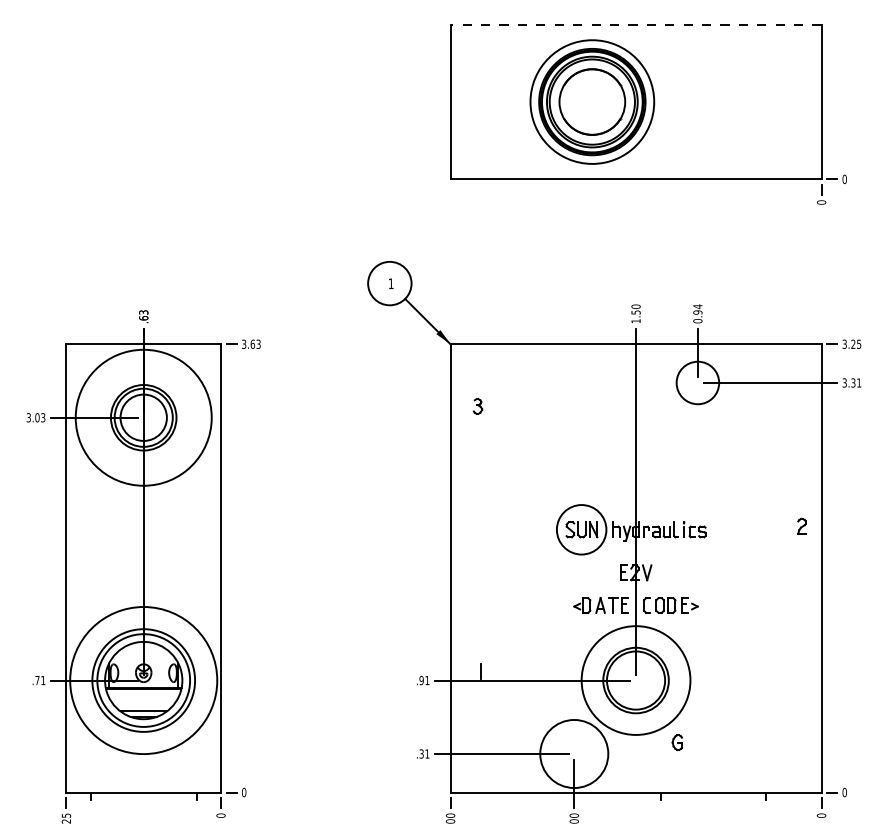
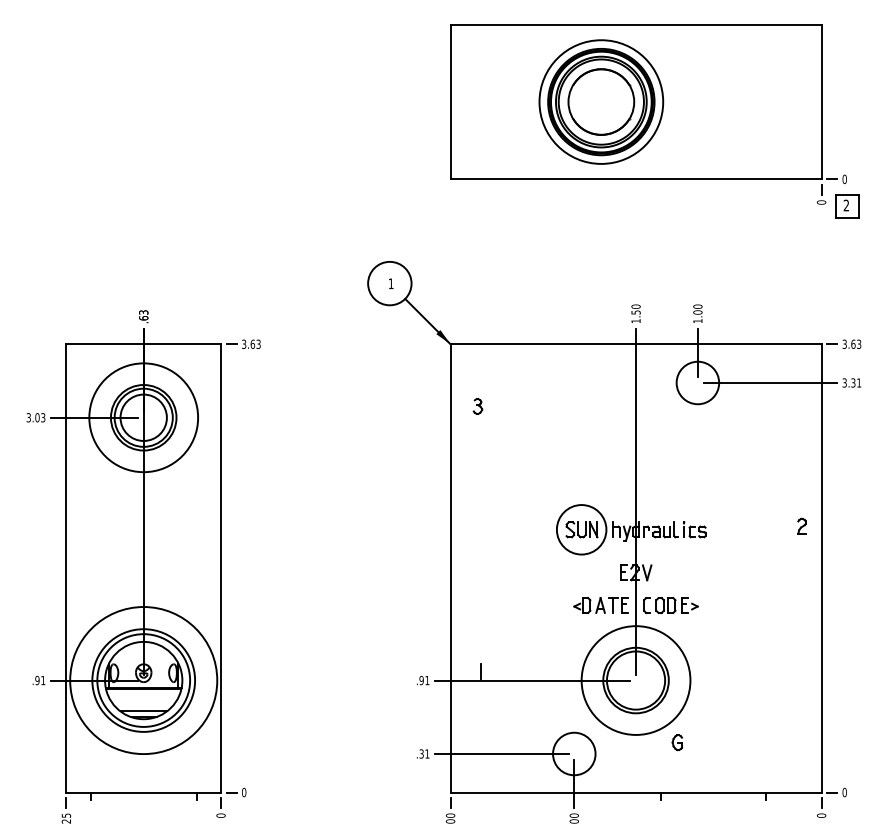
line at (636, 24): dashed -> solid
part at (592, 101) position: (592, 101) -> (601, 101)
part at (847, 206): none -> present
text at (697, 313): 0.94 -> 1.00
text at (856, 343): 3.25 -> 3.63
circle at (143, 417) diameter: 136 px -> 109 px
text at (37, 680): .71 -> .91
circle at (574, 753) diameter: 68 px -> 43 px
